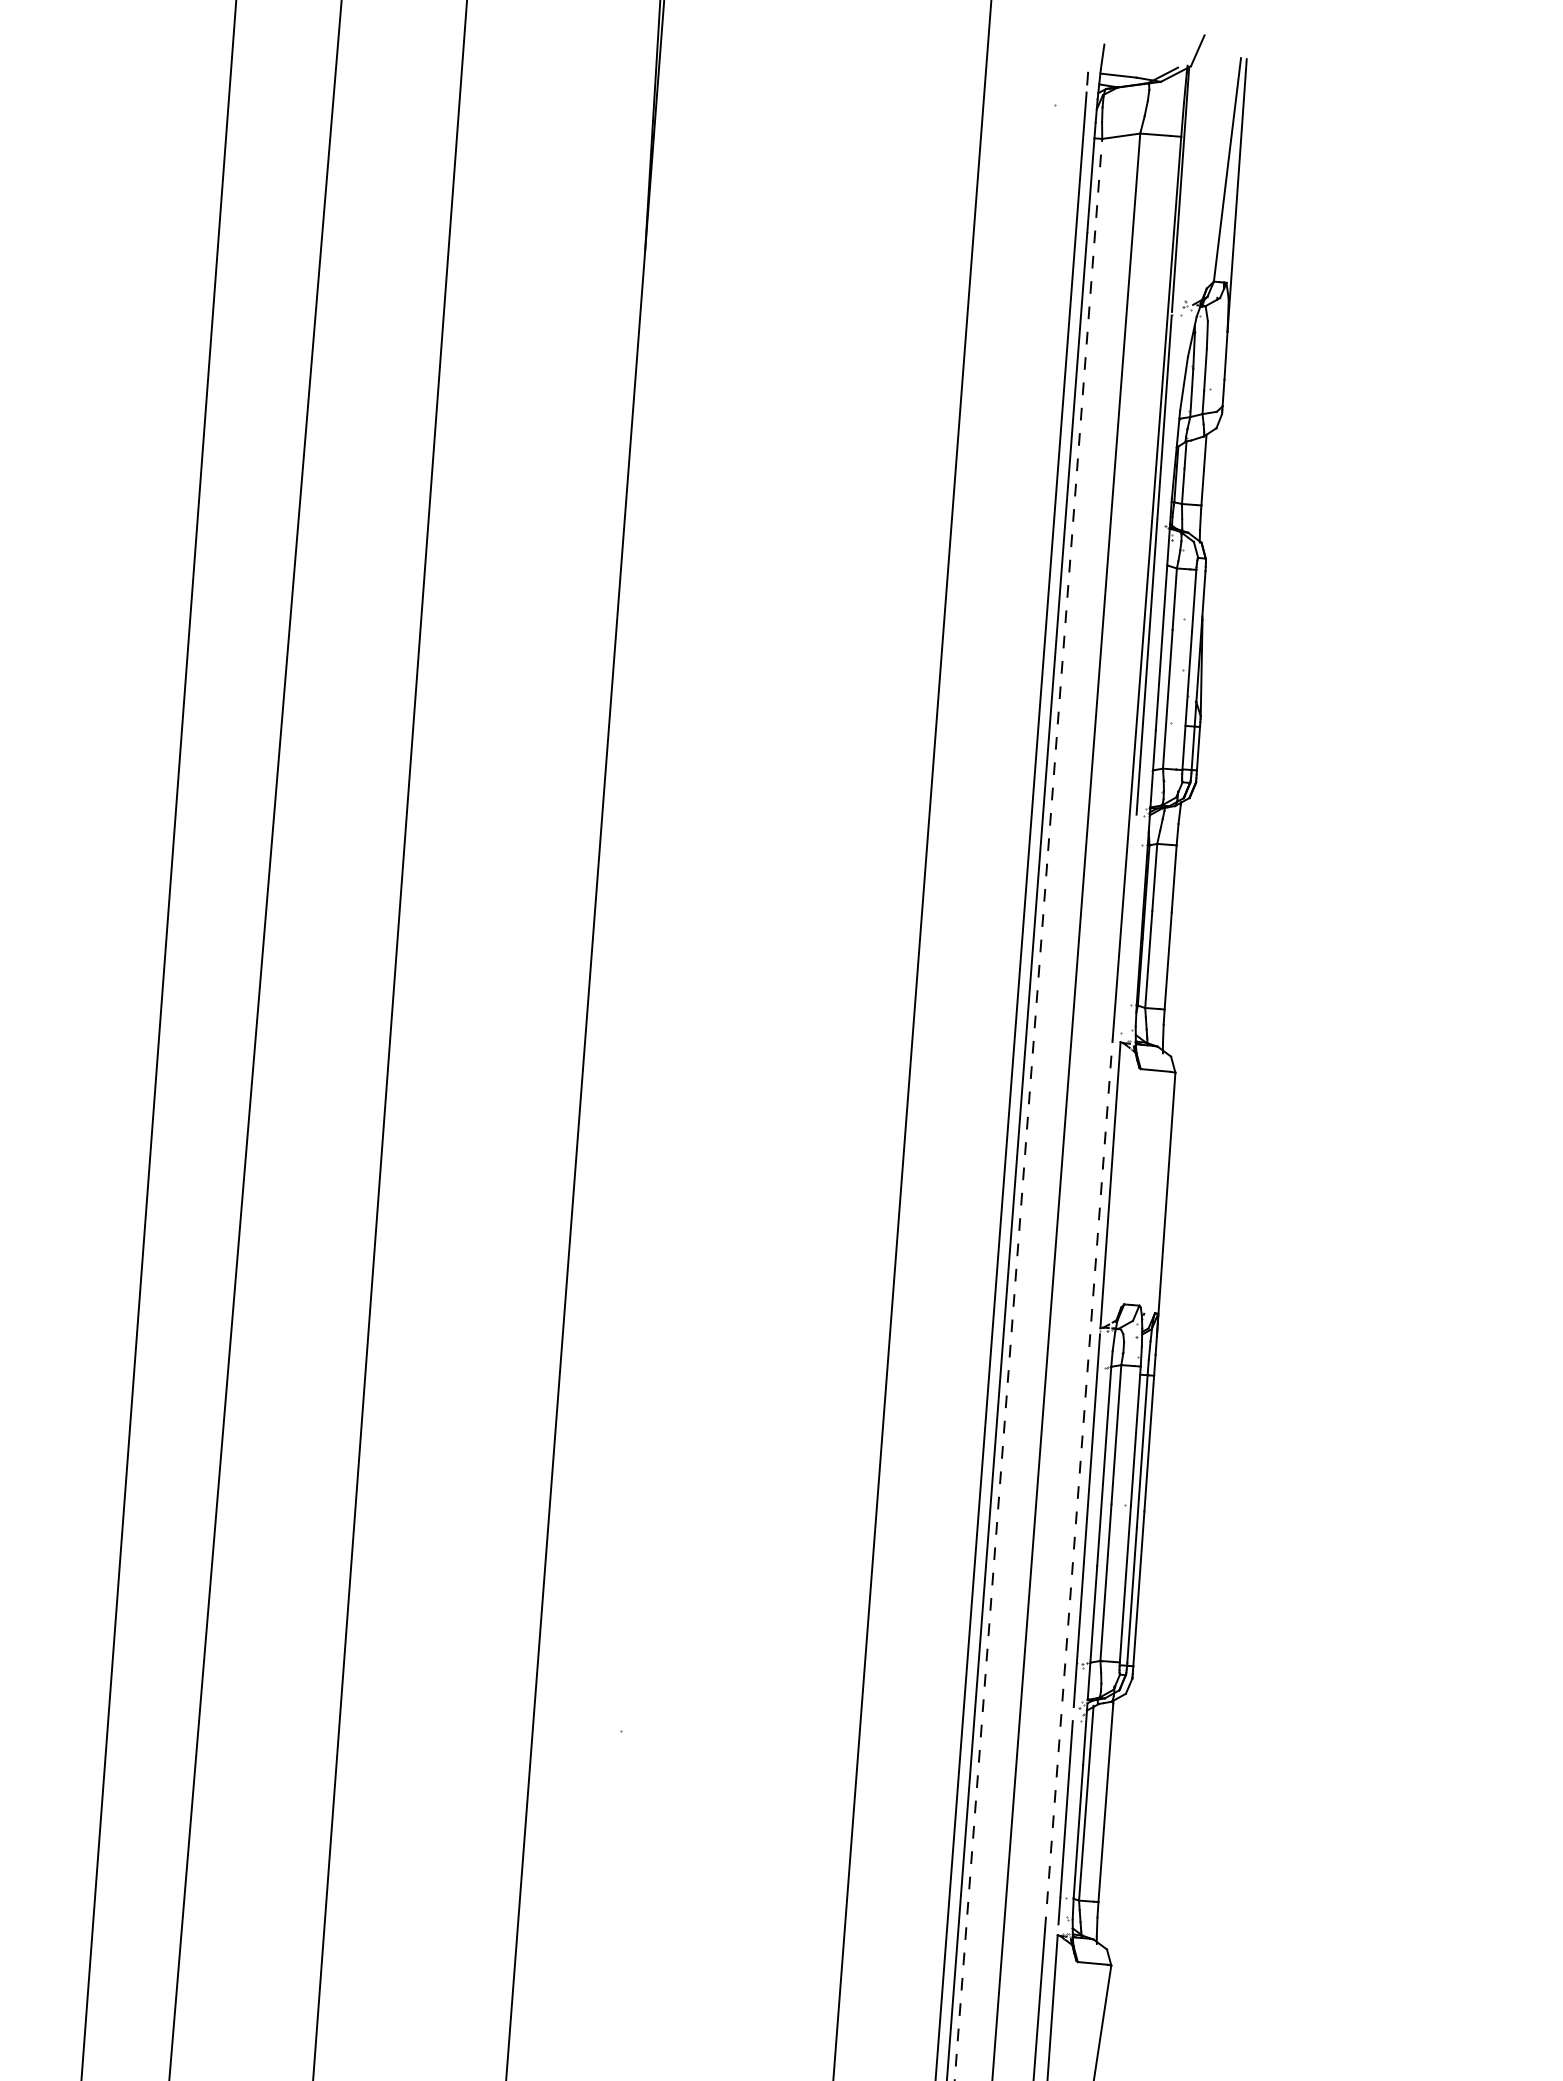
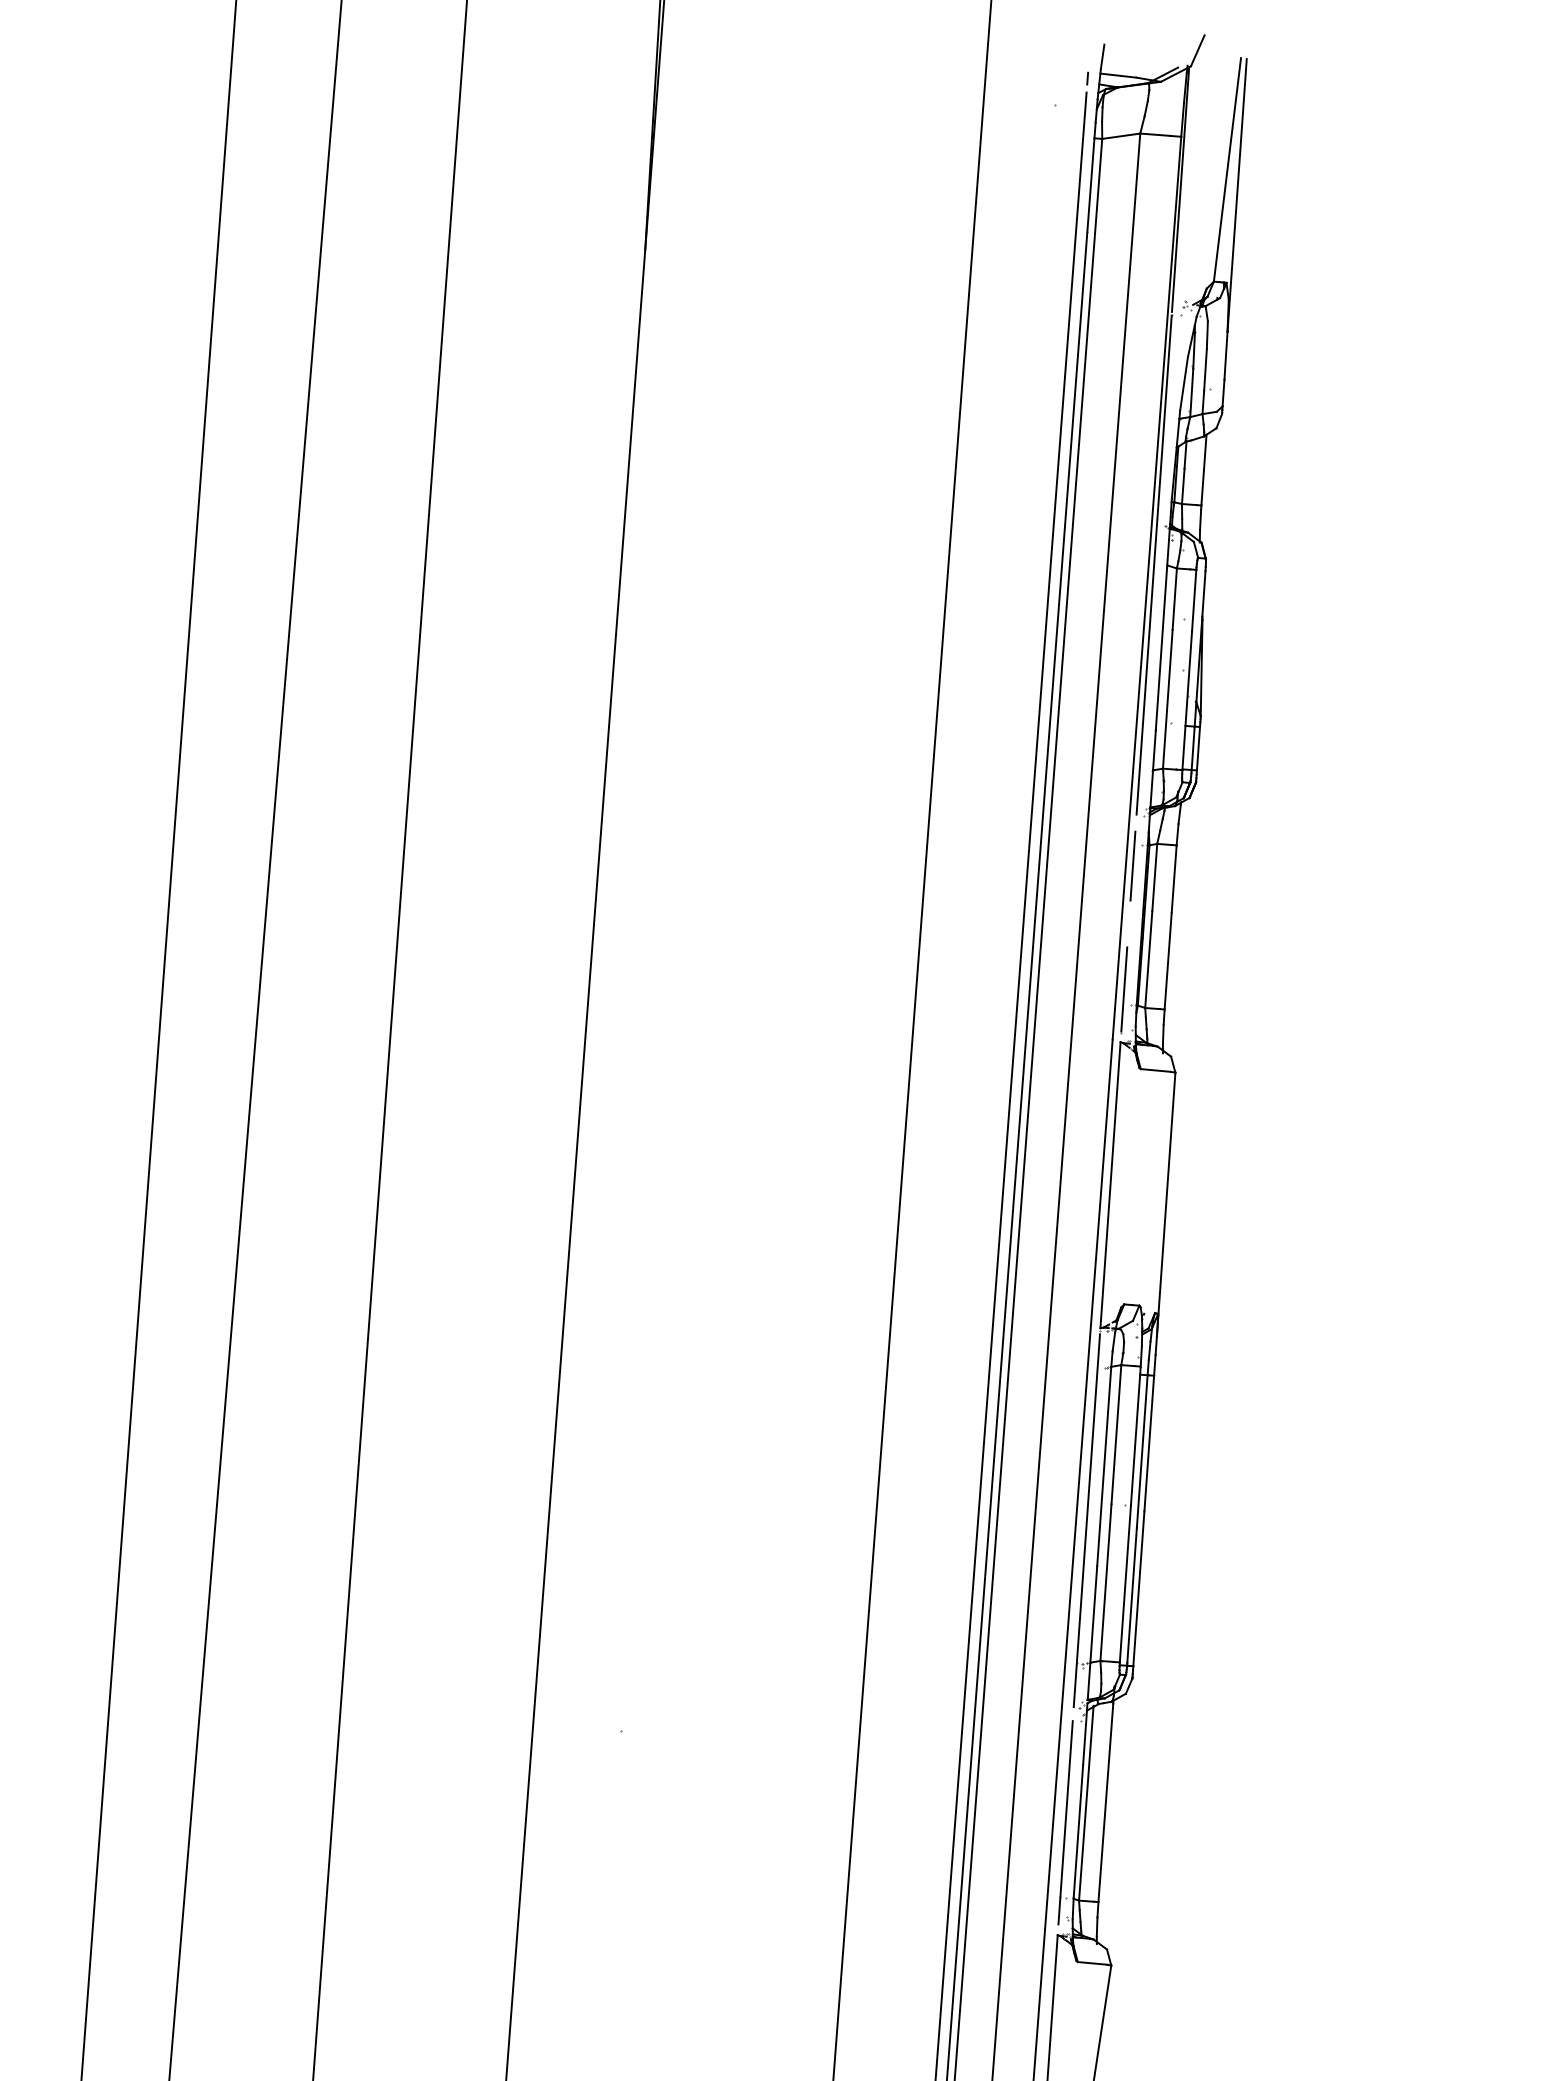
line at (1132, 865): none -> present
line at (1124, 989): none -> present
line at (1028, 1109): dashed -> solid
line at (1078, 1484): dashed -> solid
